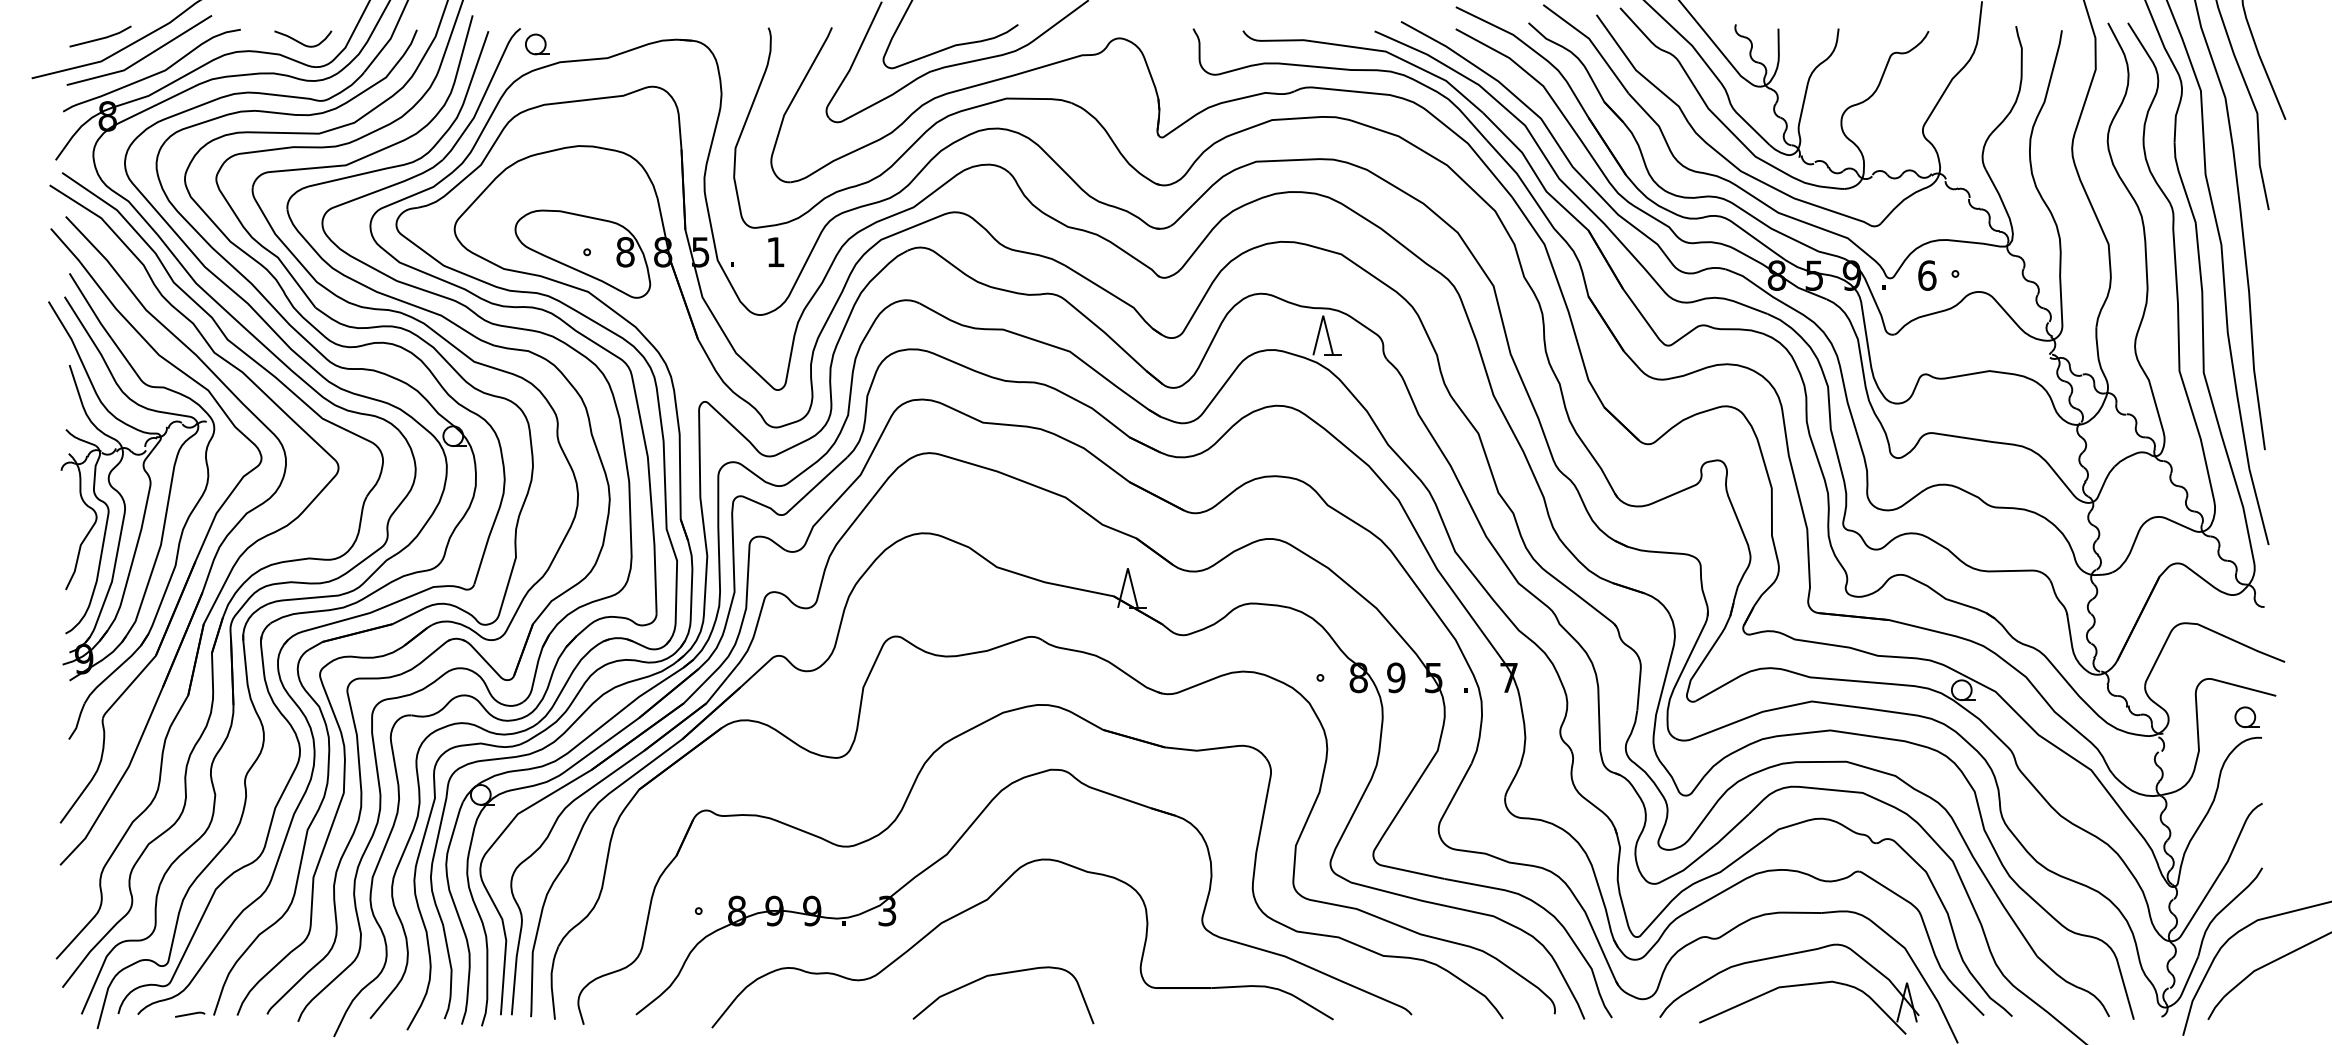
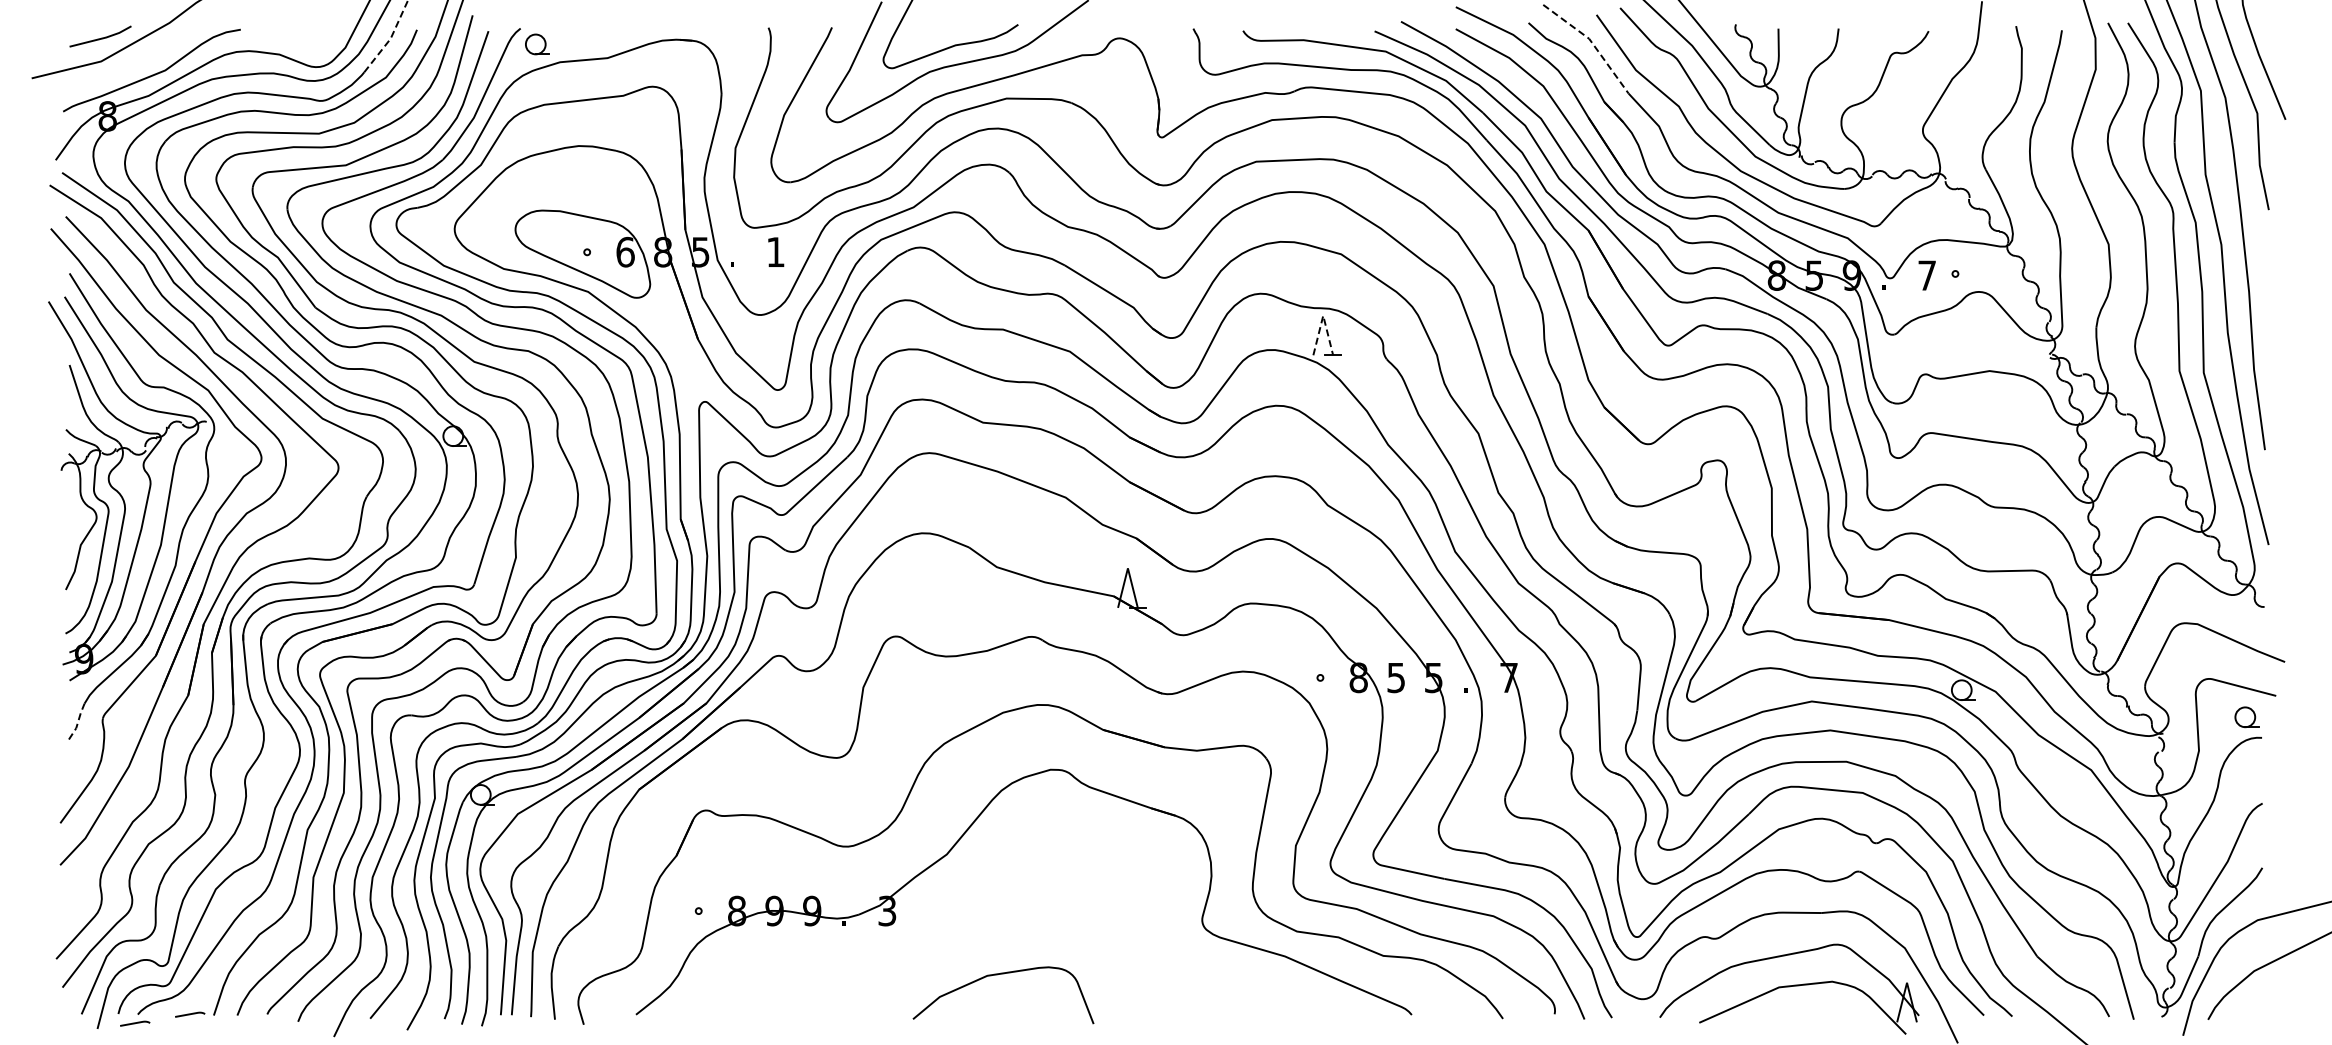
line at (390, 38): solid -> dashed
curve at (301, 42): present -> none
line at (1592, 42): solid -> dashed
line at (142, 57): present -> none
text at (625, 251): 8 -> 6
text at (1927, 275): 6 -> 7
line at (1323, 315): solid -> dashed
text at (1396, 677): 9 -> 5
line at (78, 721): solid -> dashed
part at (986, 901): present -> none
curve at (135, 1023): none -> present
